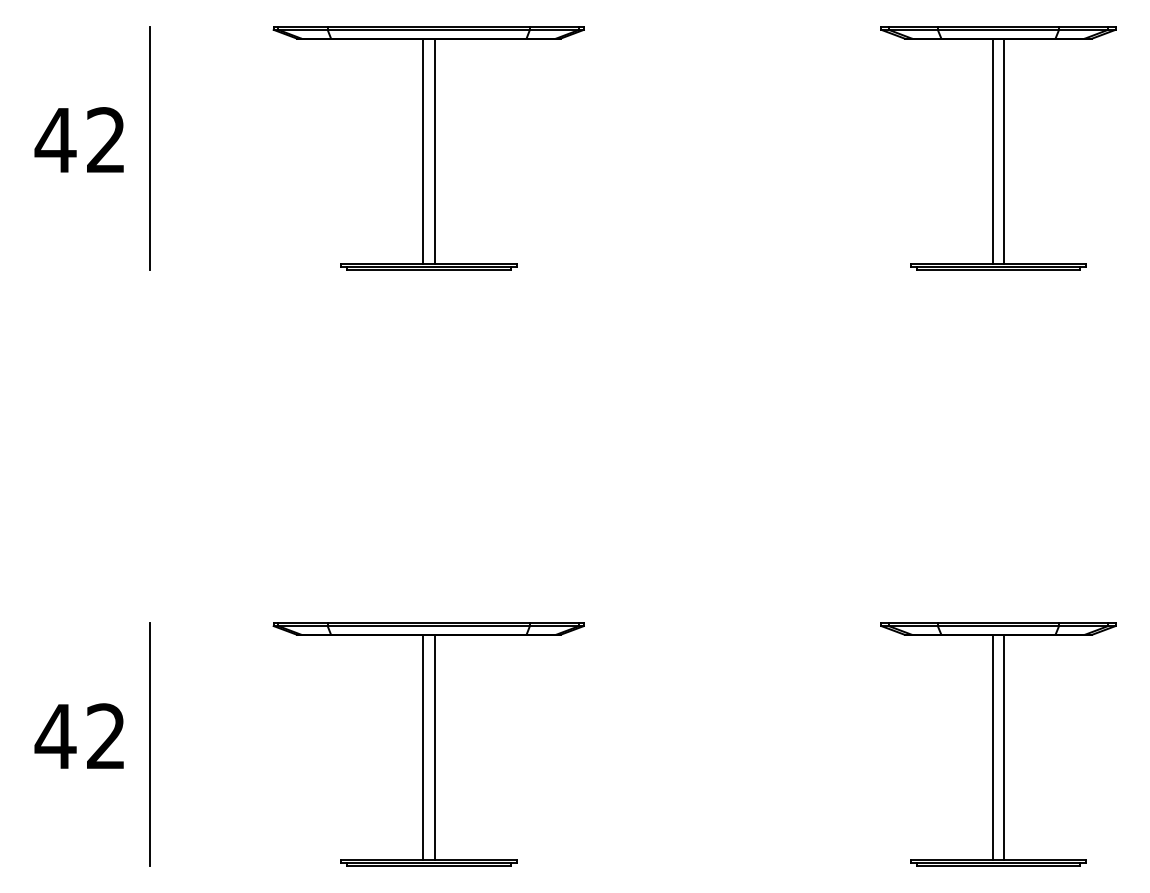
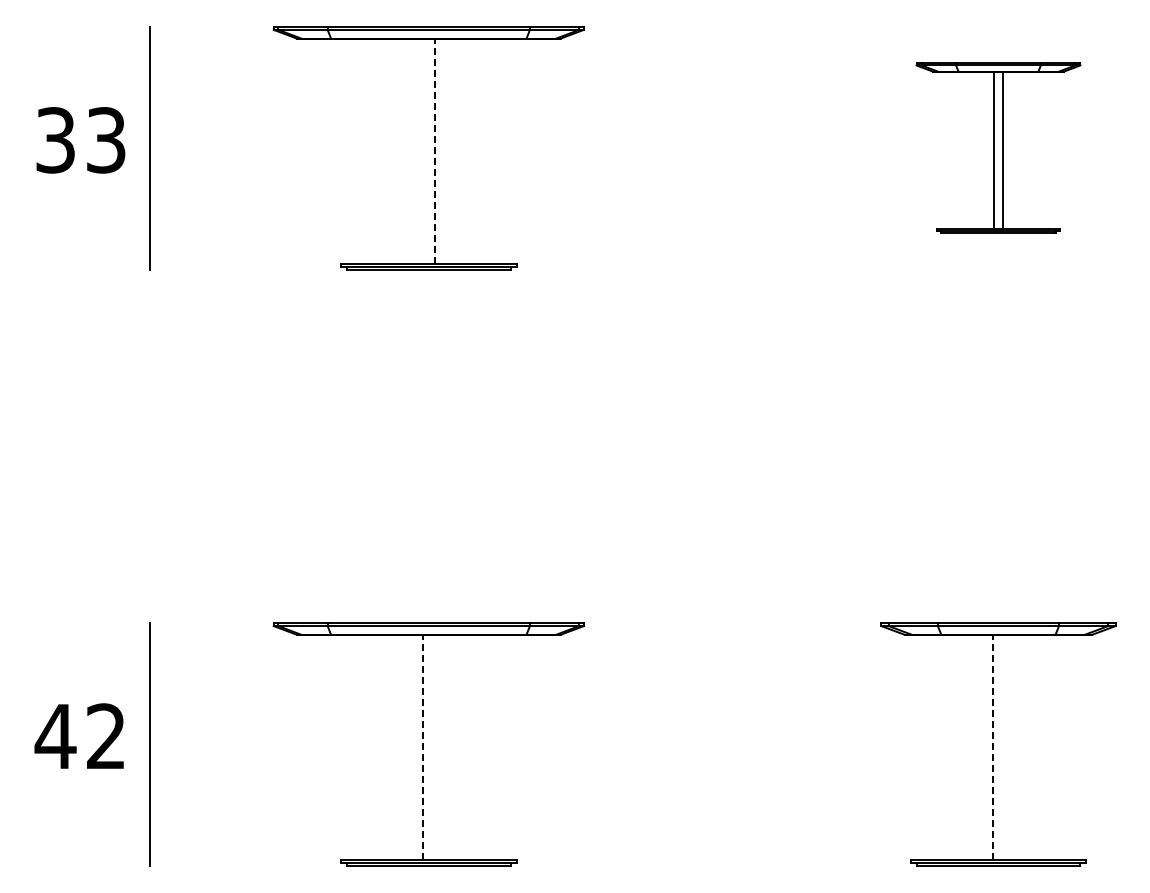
text at (79, 140): 42 -> 33
part at (998, 148) size: 237x245 px -> 167x172 px
line at (422, 150): present -> none
line at (434, 151): solid -> dashed
line at (422, 747): solid -> dashed
line at (434, 747): present -> none
line at (992, 747): solid -> dashed
line at (1004, 747): present -> none
